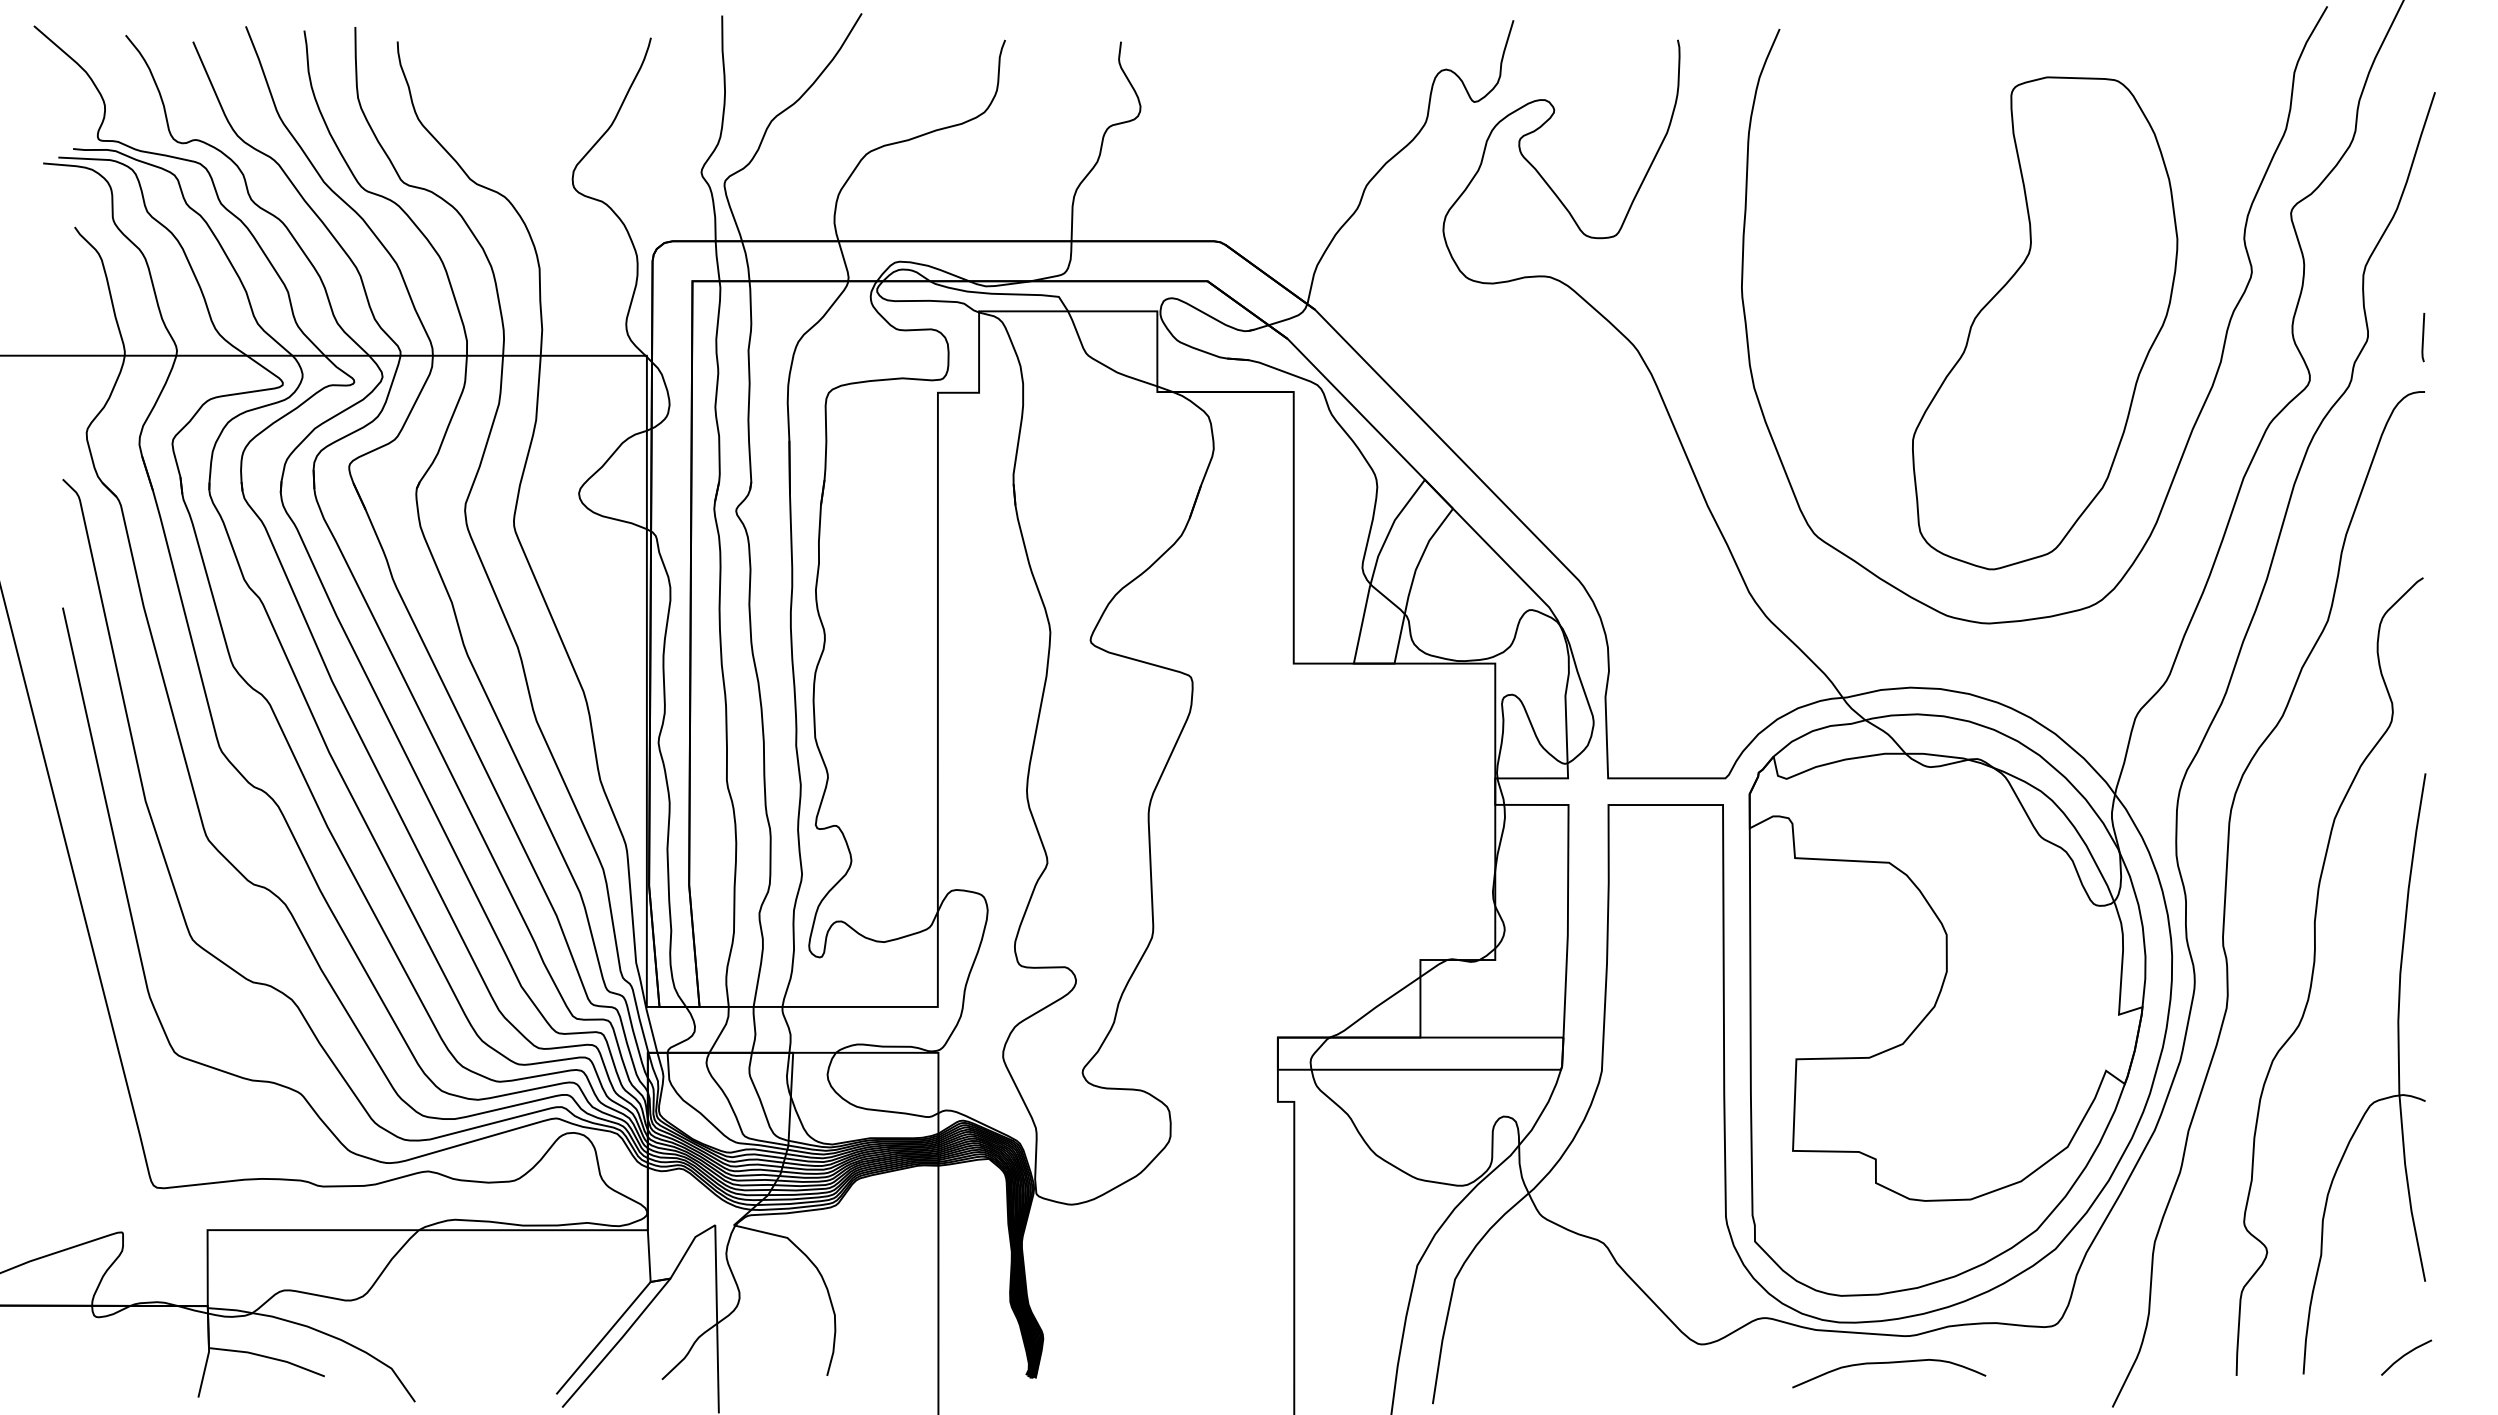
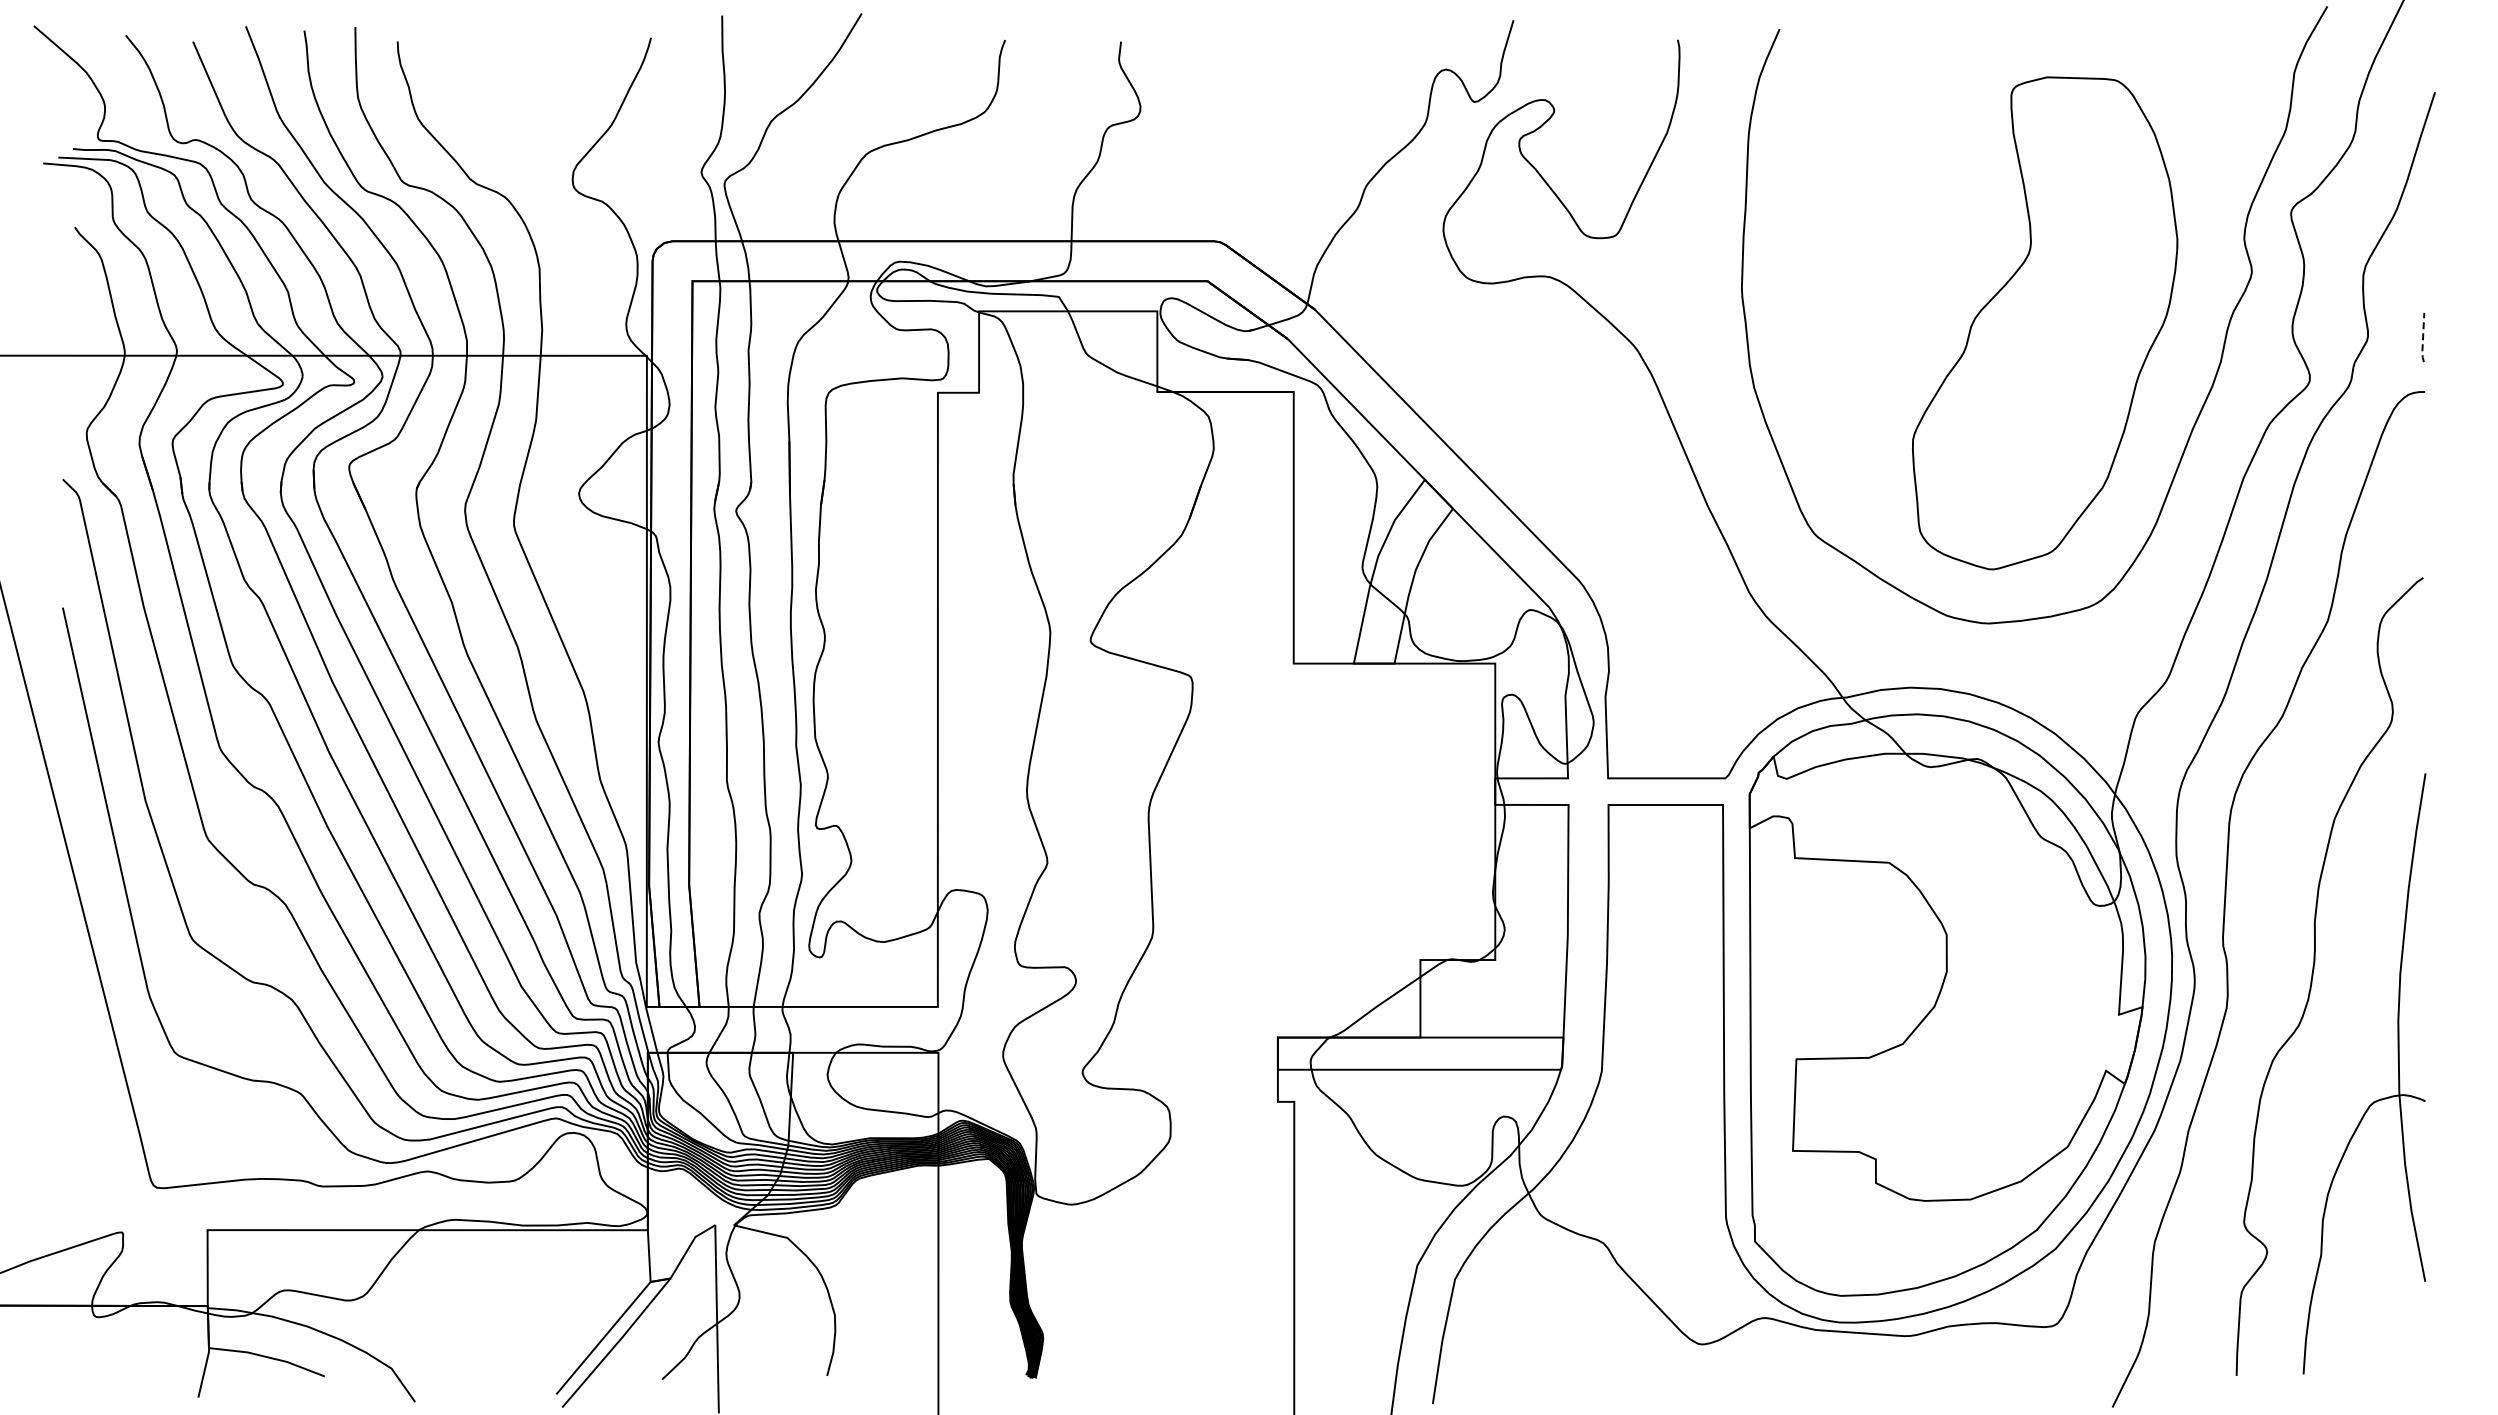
line at (2423, 338): solid -> dashed
line at (2406, 1355): present -> none
curve at (1889, 1363): present -> none
